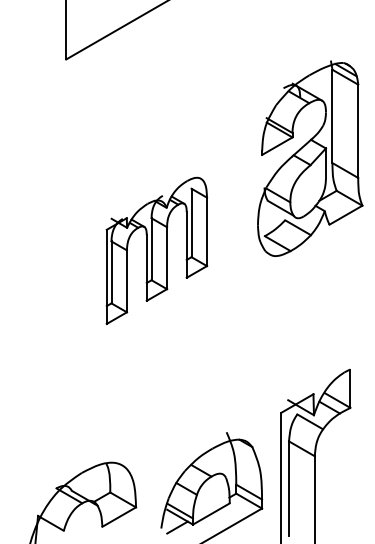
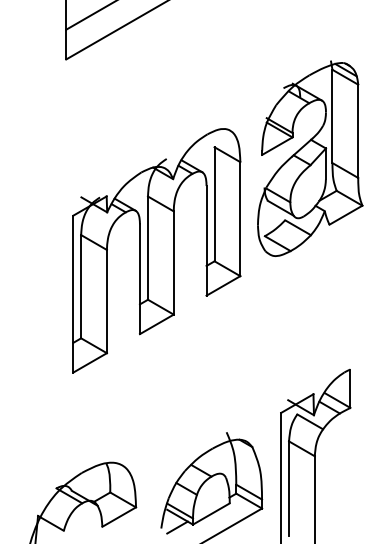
line at (89, 15): none -> present
part at (156, 250) size: 104x149 px -> 170x246 px
